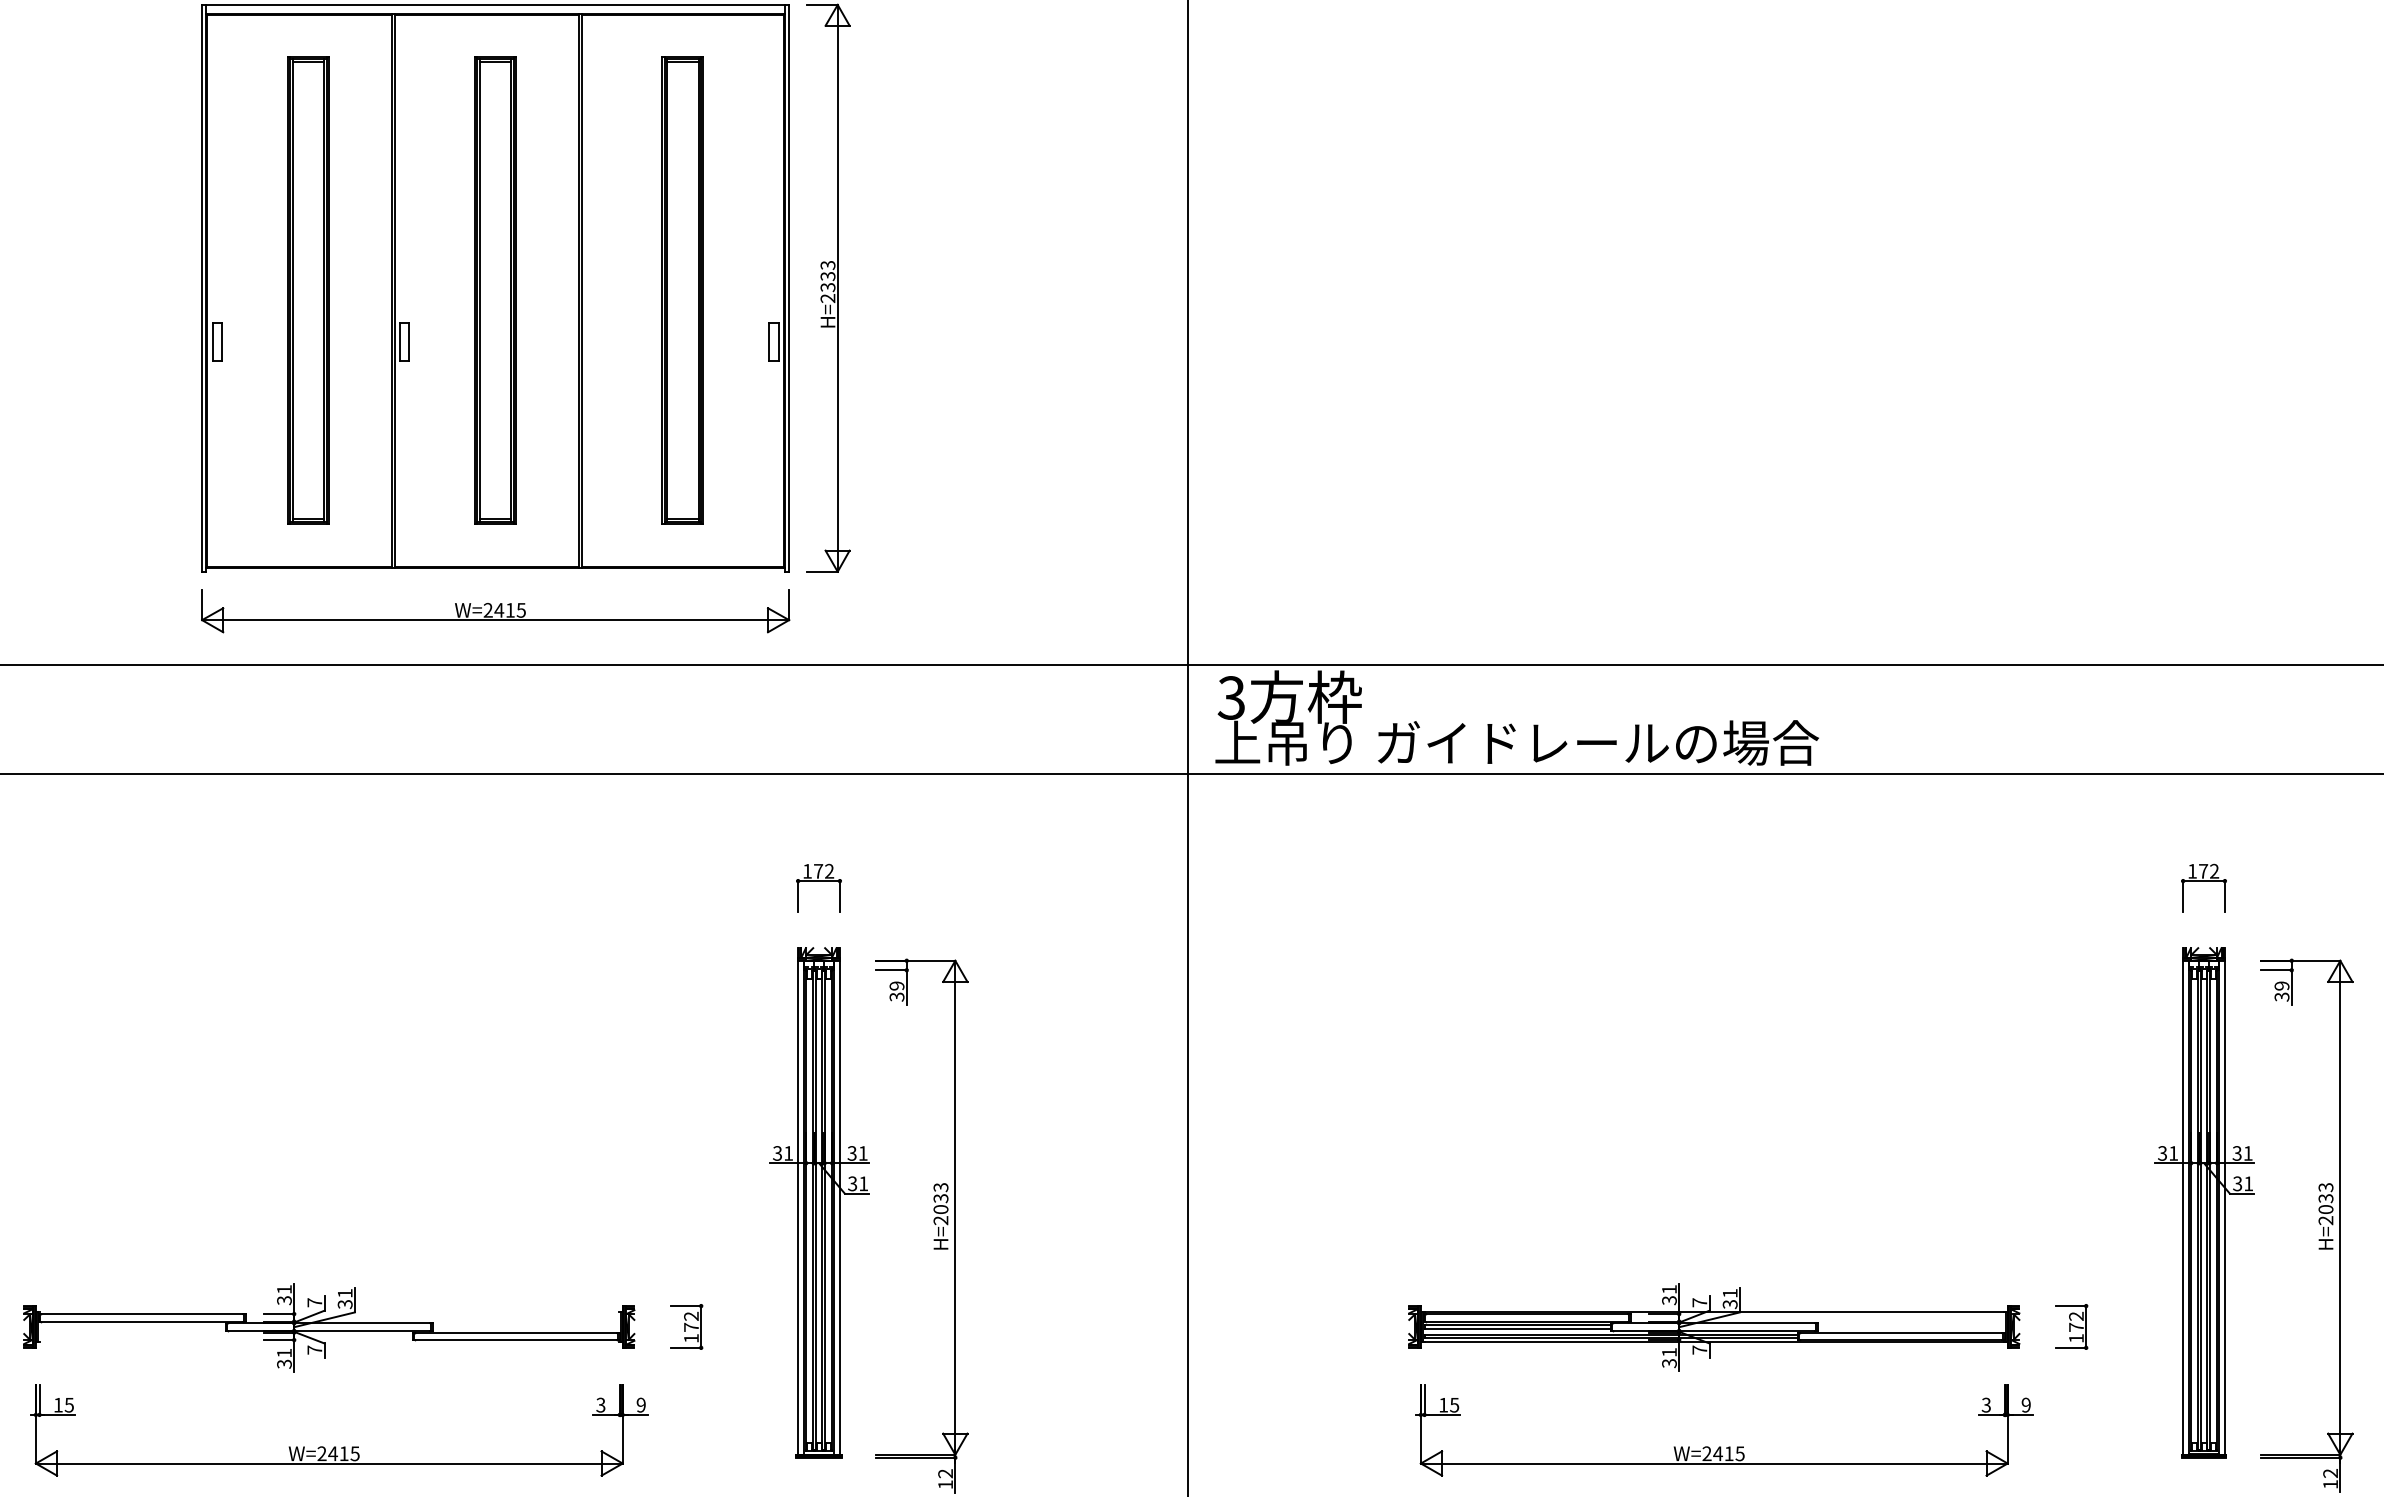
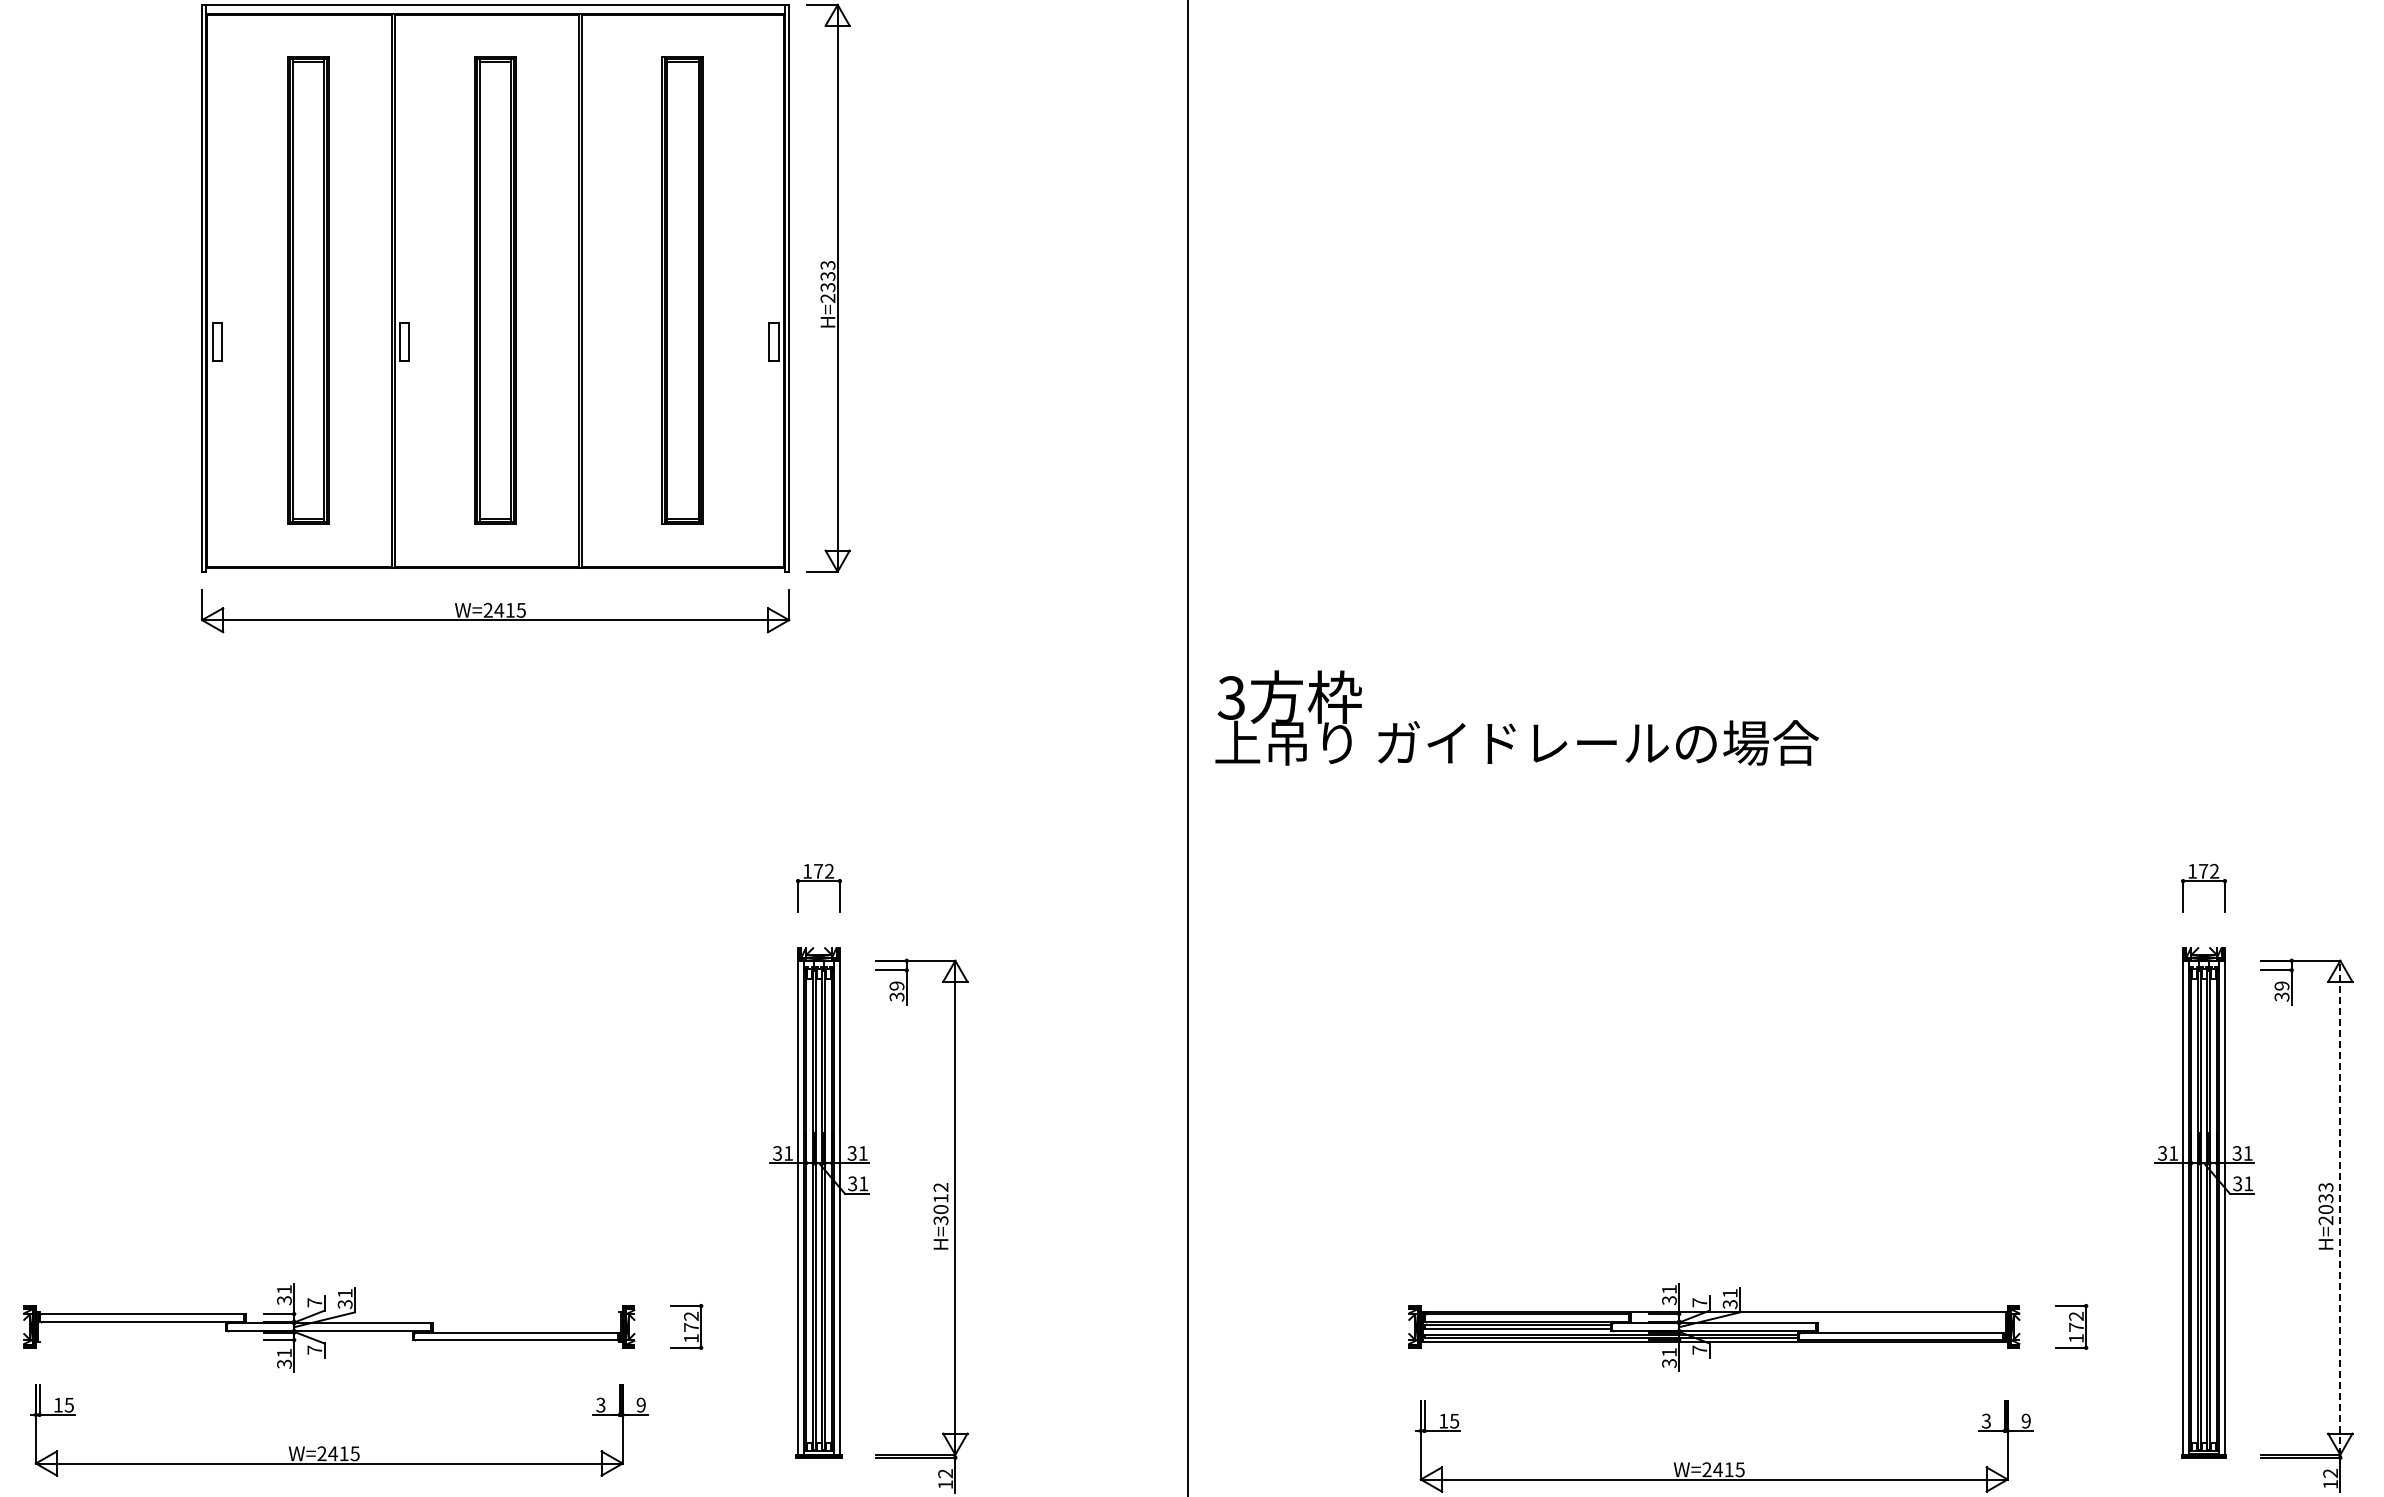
line at (1191, 664): present -> none
line at (1191, 774): present -> none
text at (940, 1204): H=2033 -> H=3012
line at (2340, 1207): solid -> dashed
part at (1720, 1446) position: (1720, 1446) -> (1720, 1462)
